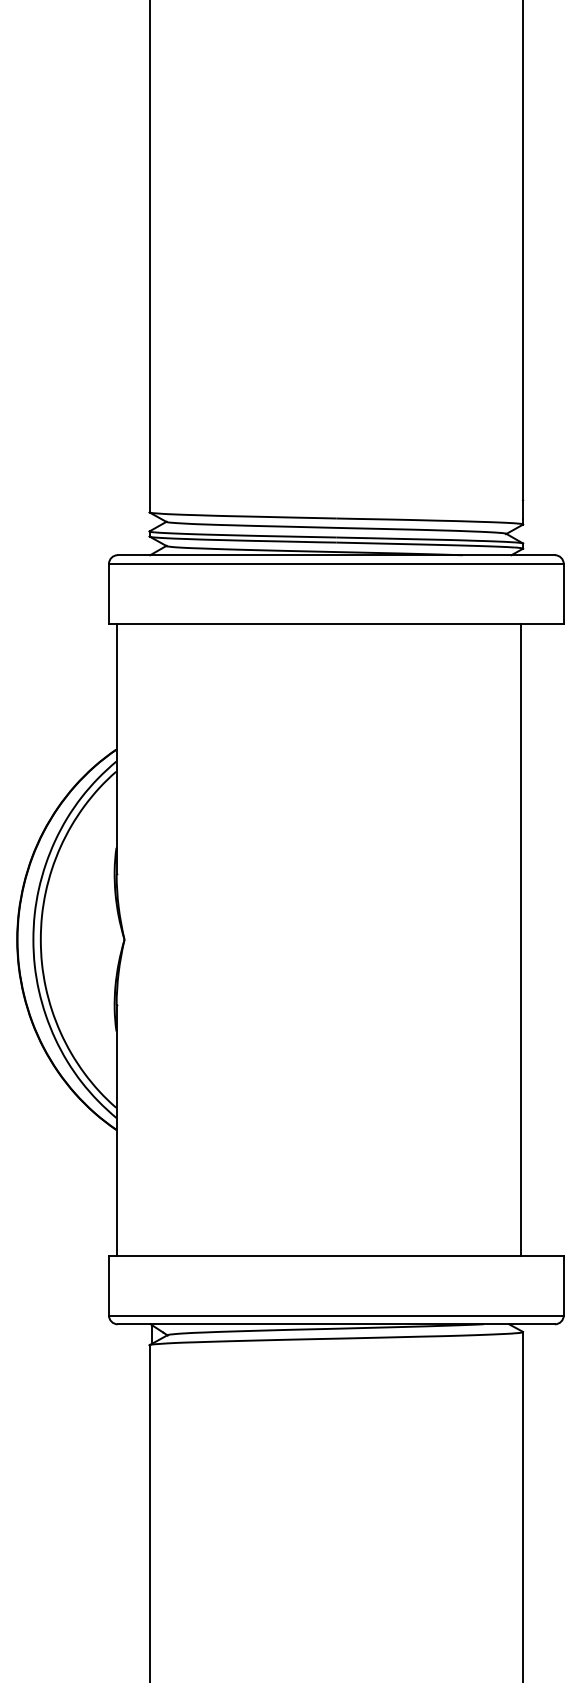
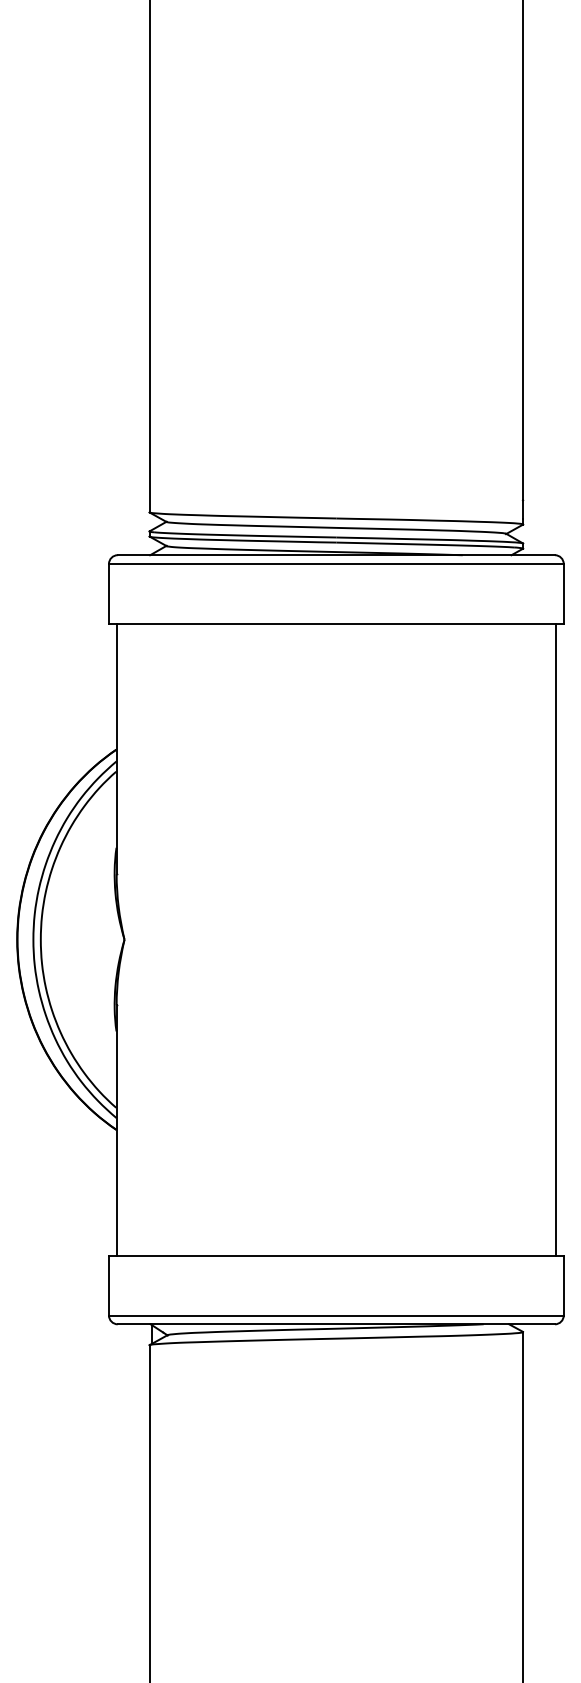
line at (521, 939) position: (521, 939) -> (556, 939)
